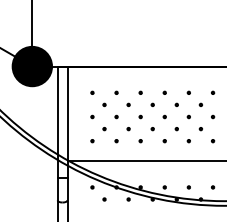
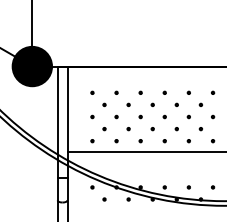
line at (145, 161) position: (145, 161) -> (145, 152)
